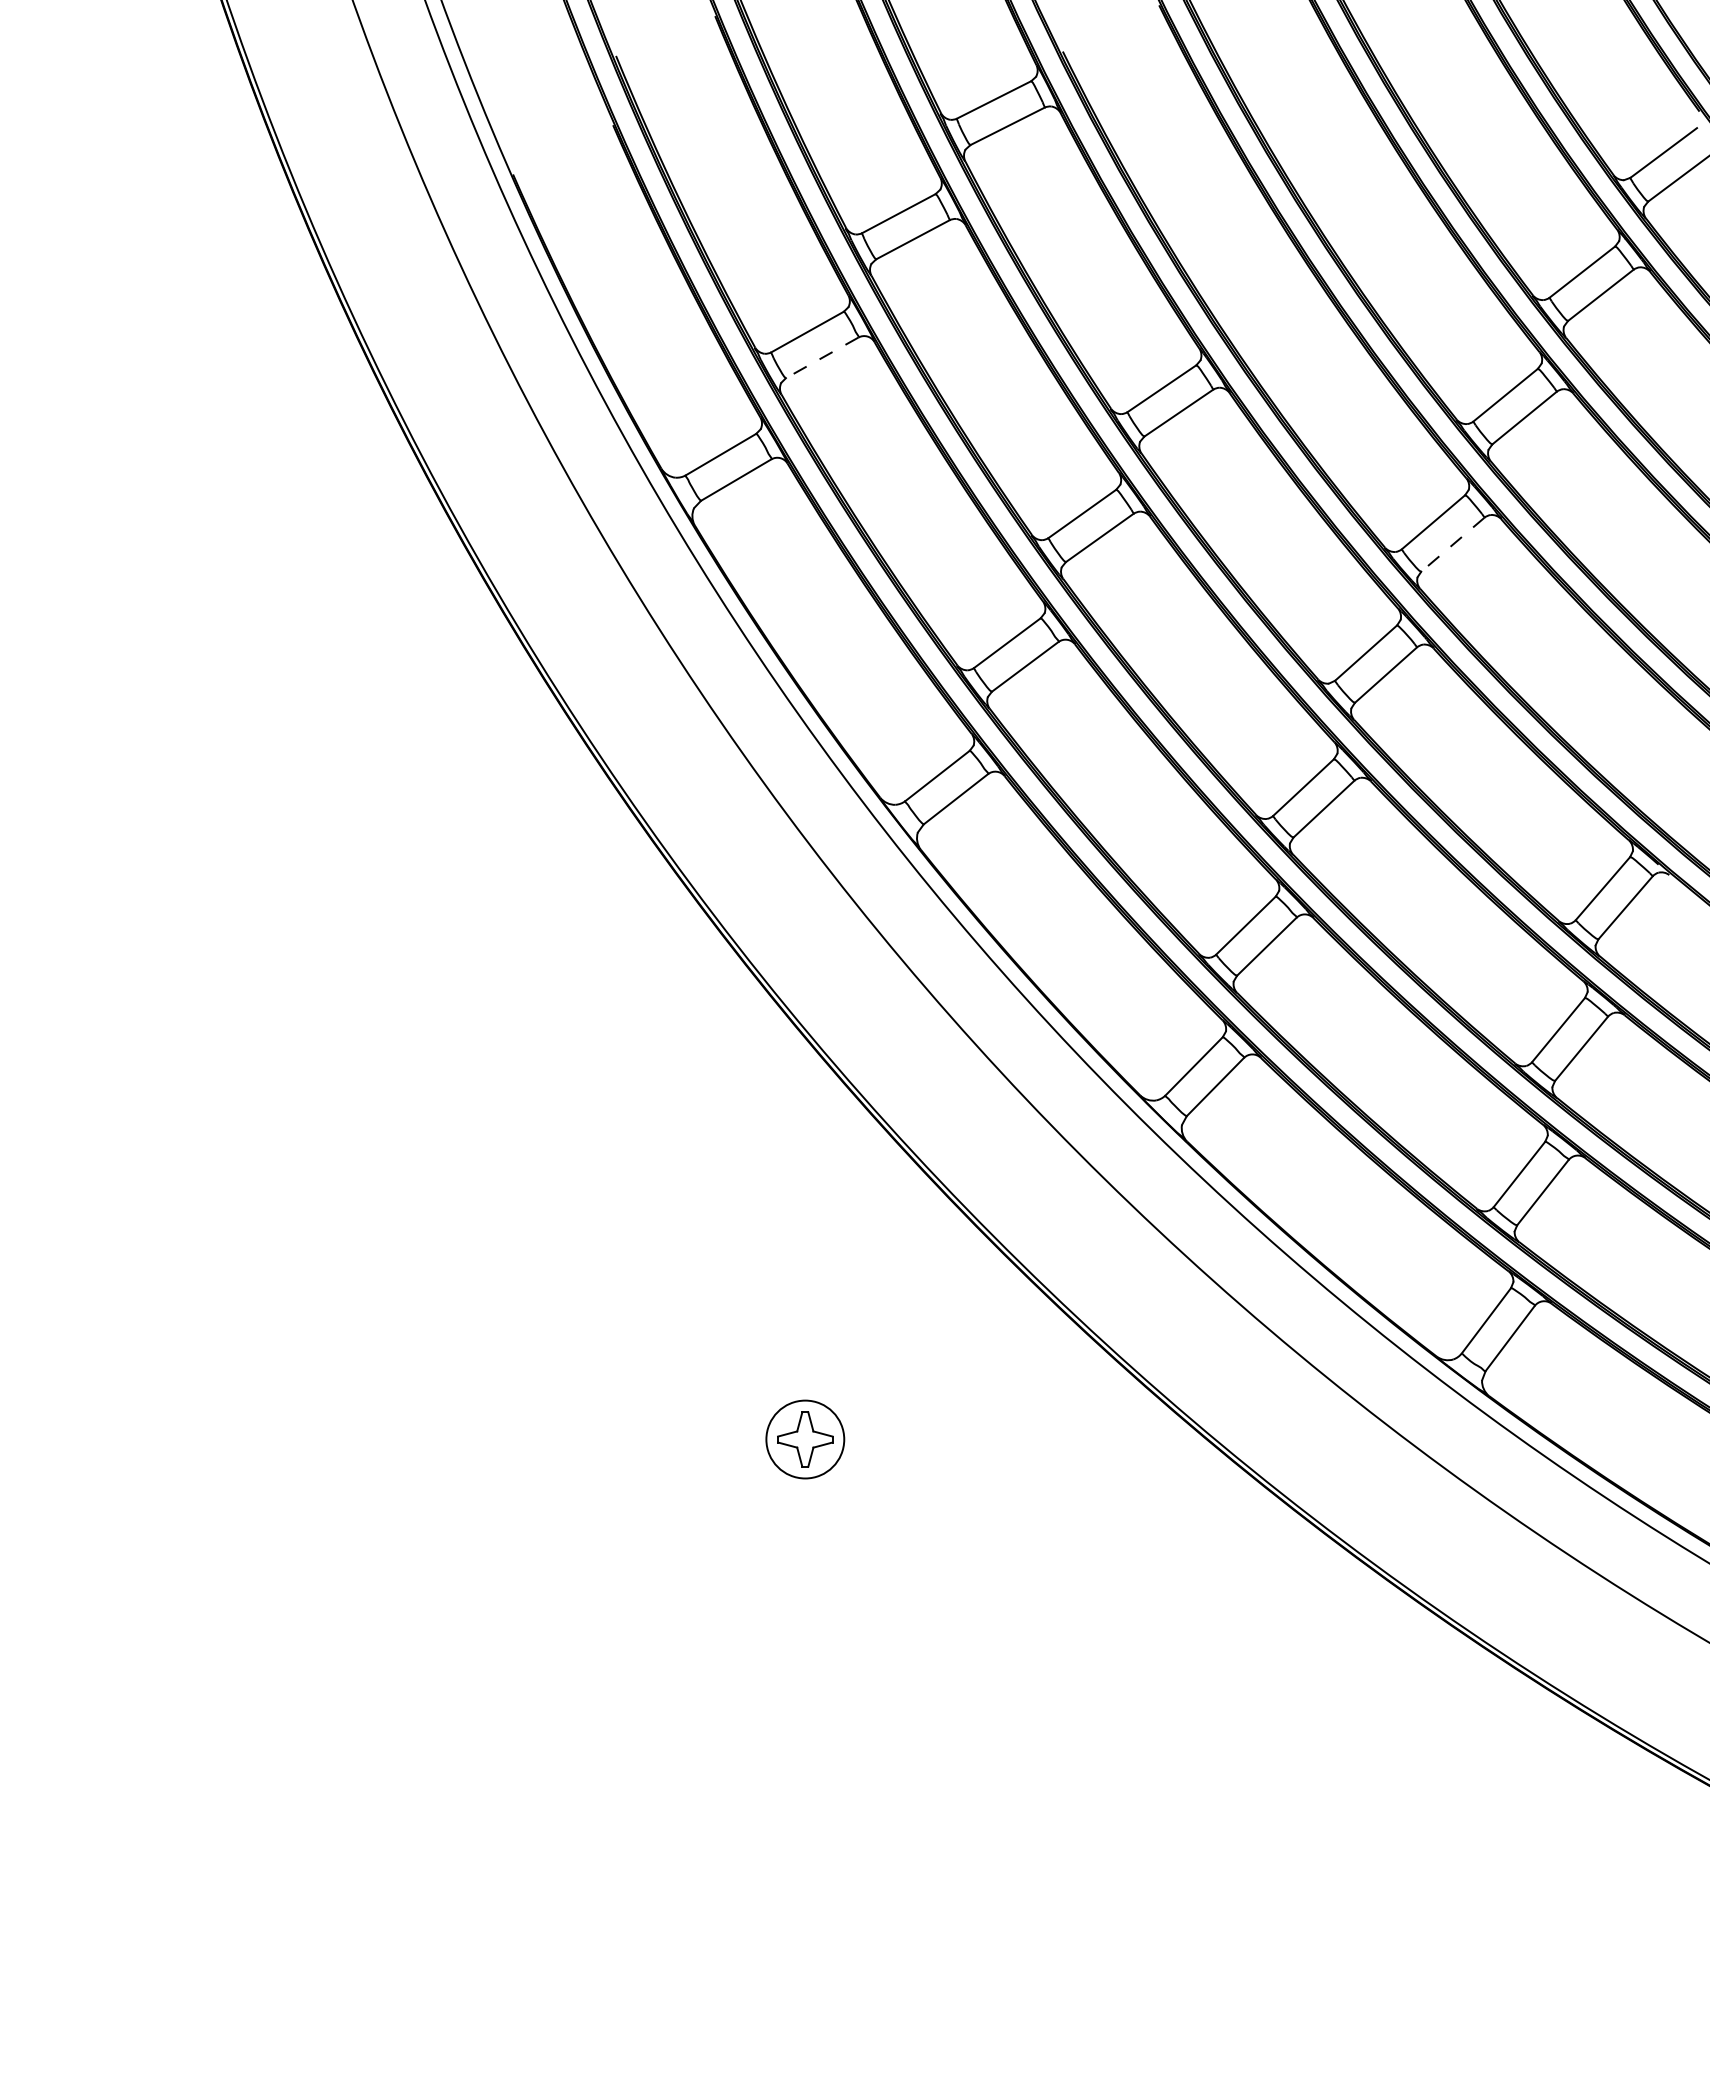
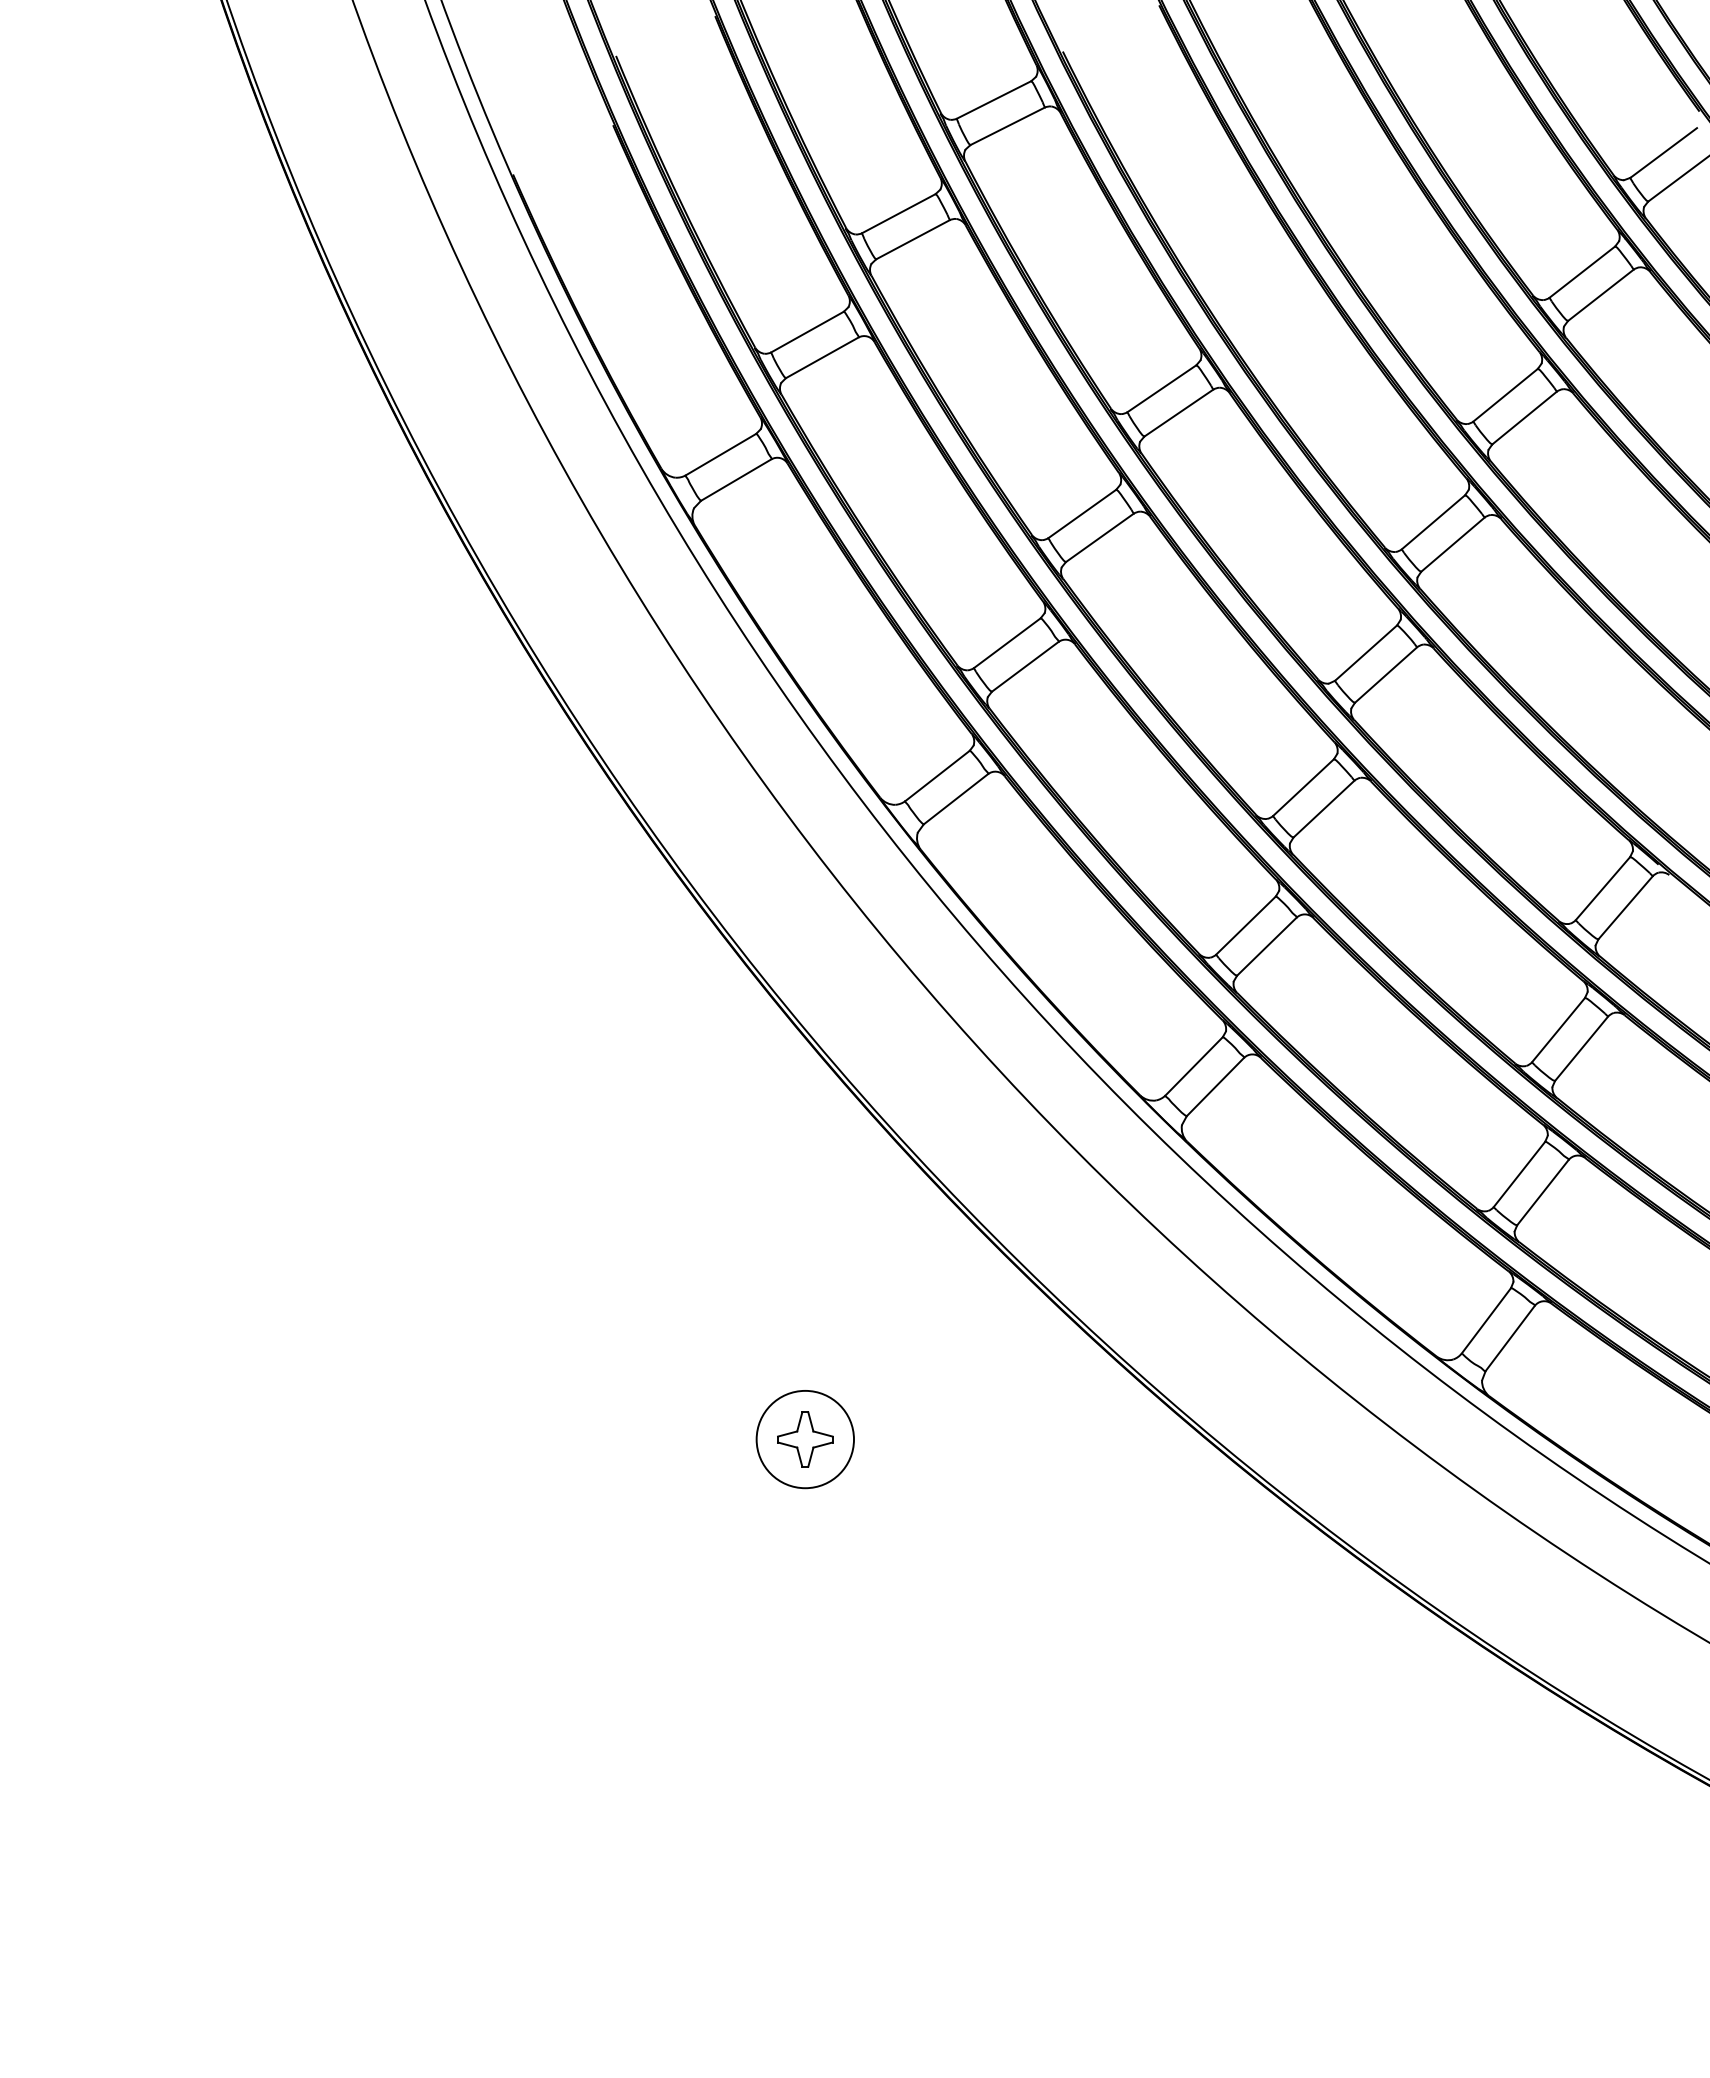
line at (822, 357): dashed -> solid
line at (1452, 544): dashed -> solid
circle at (805, 1439) diameter: 78 px -> 97 px
